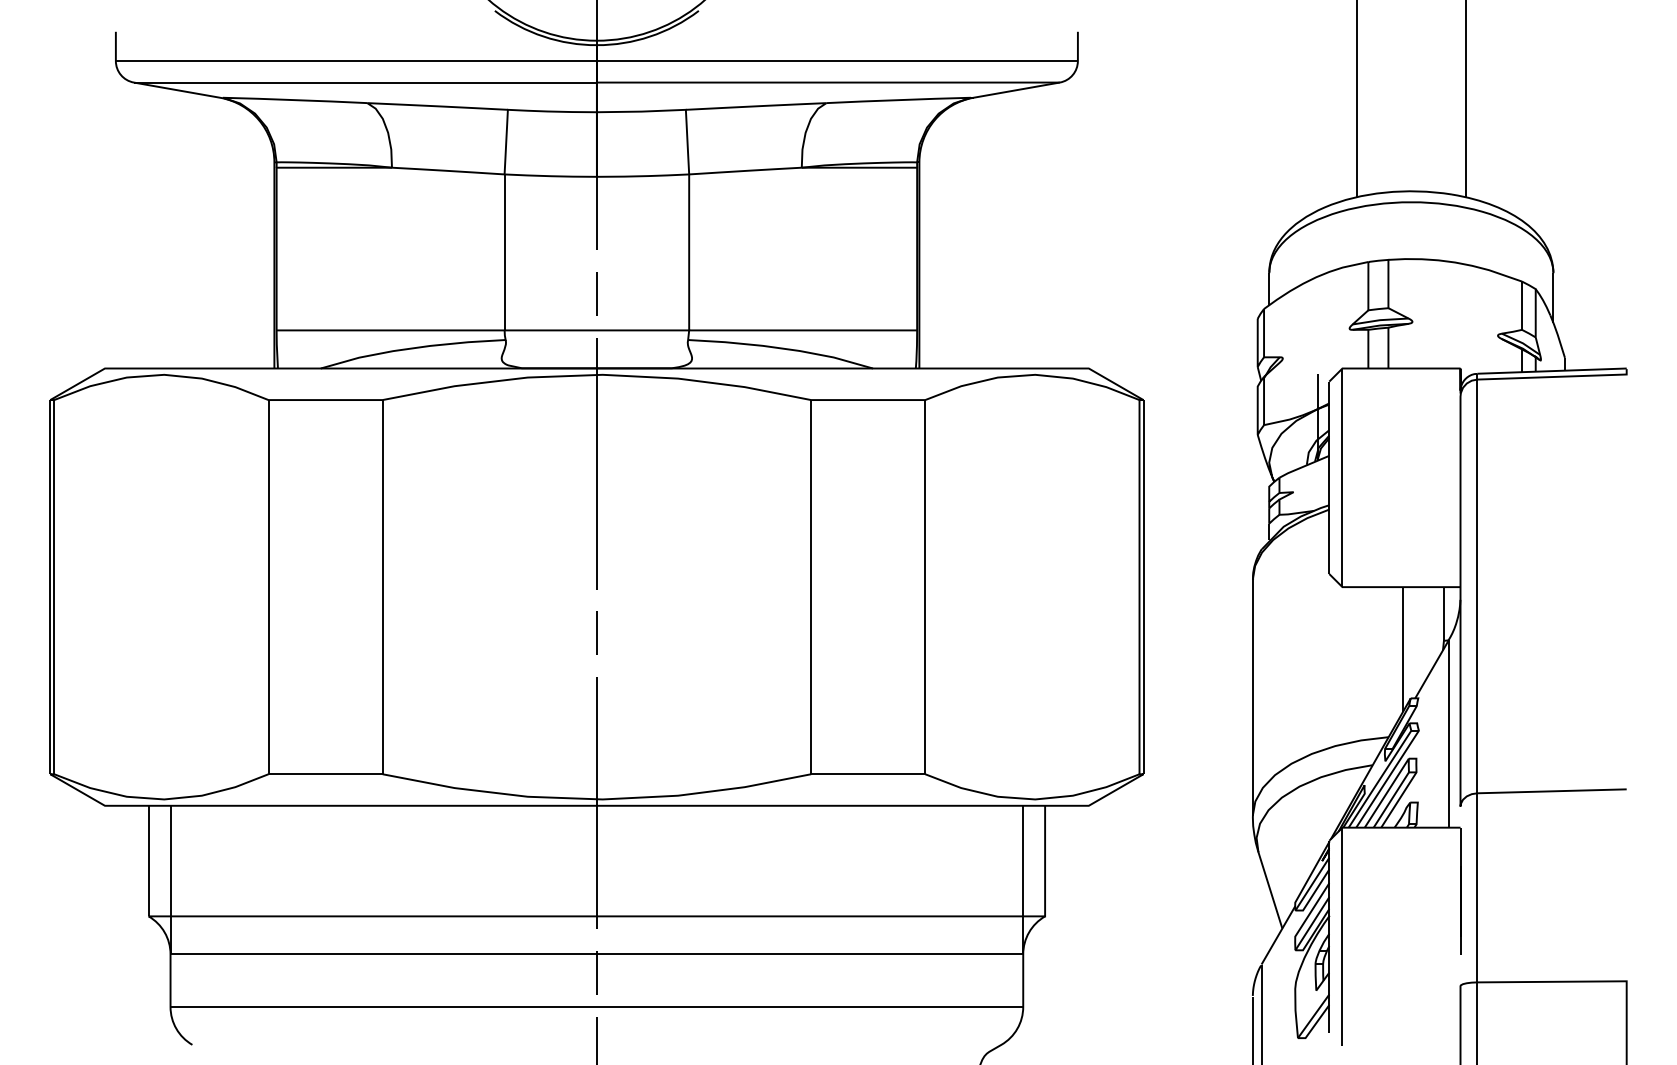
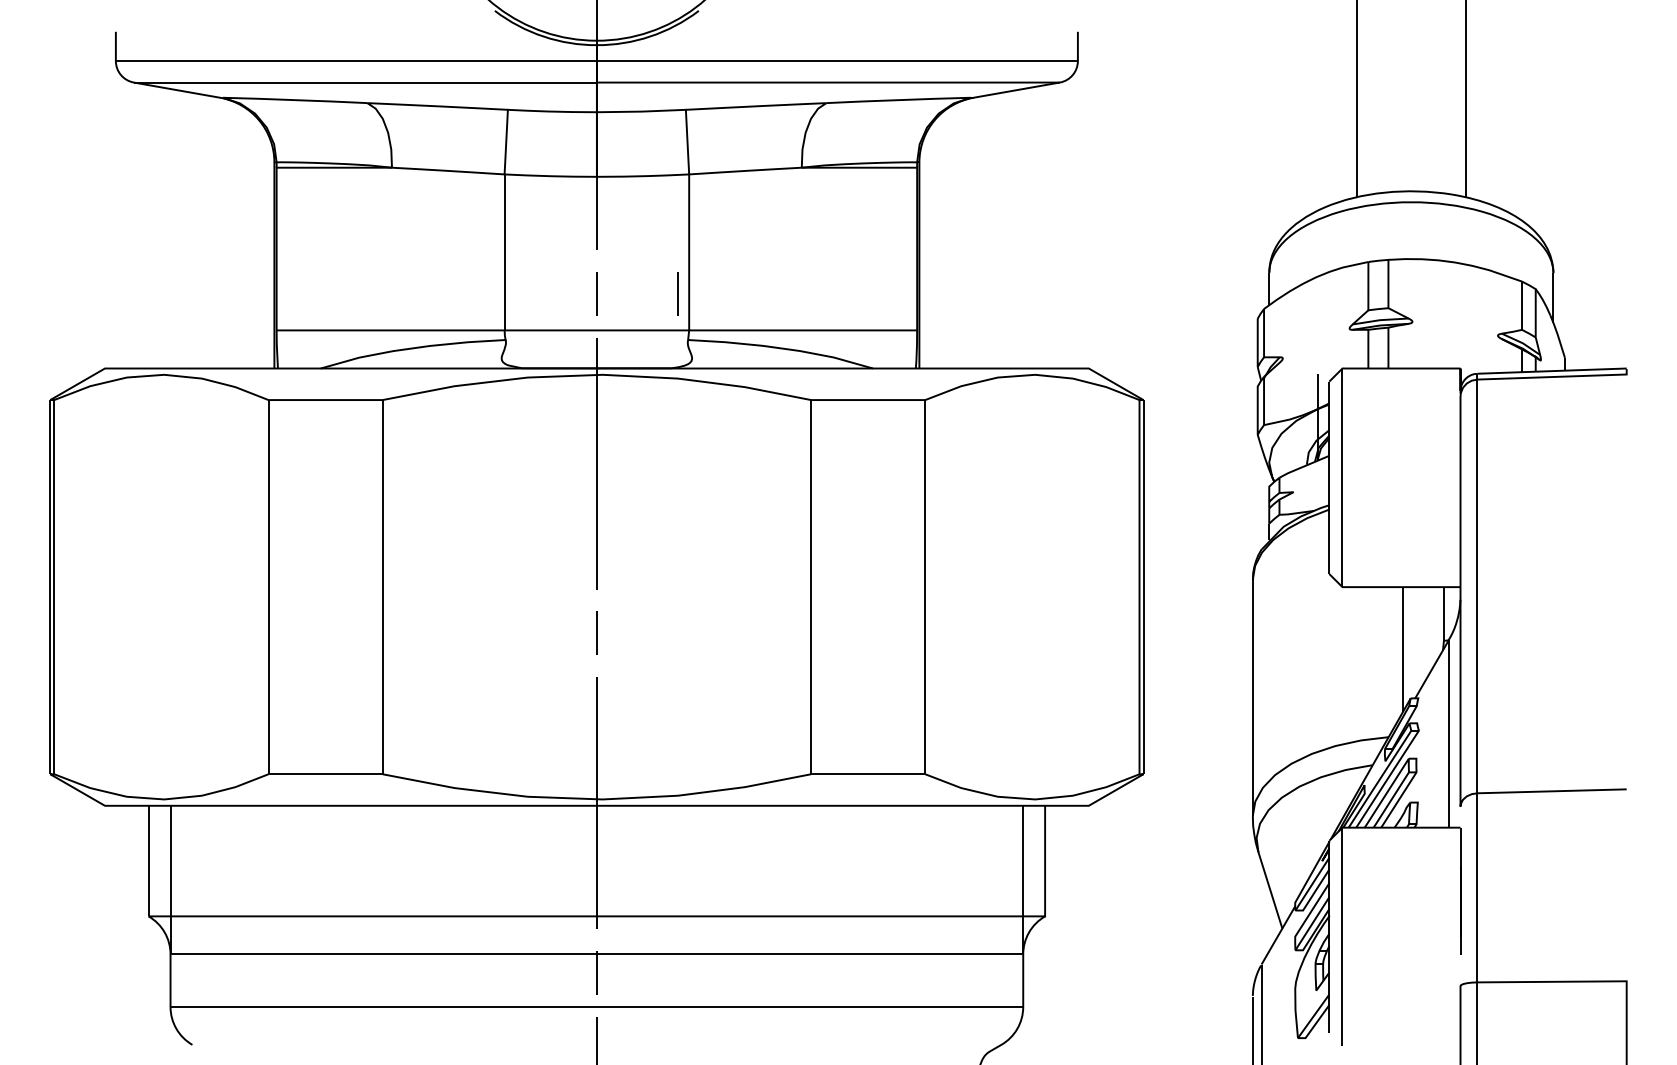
line at (677, 293): none -> present
